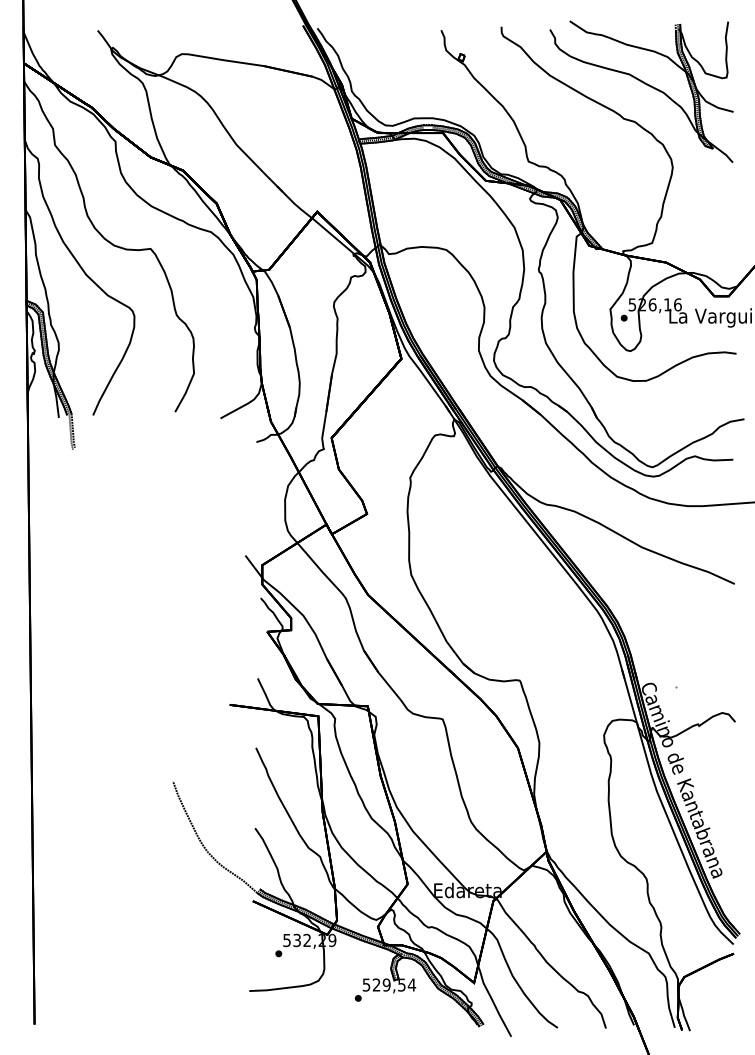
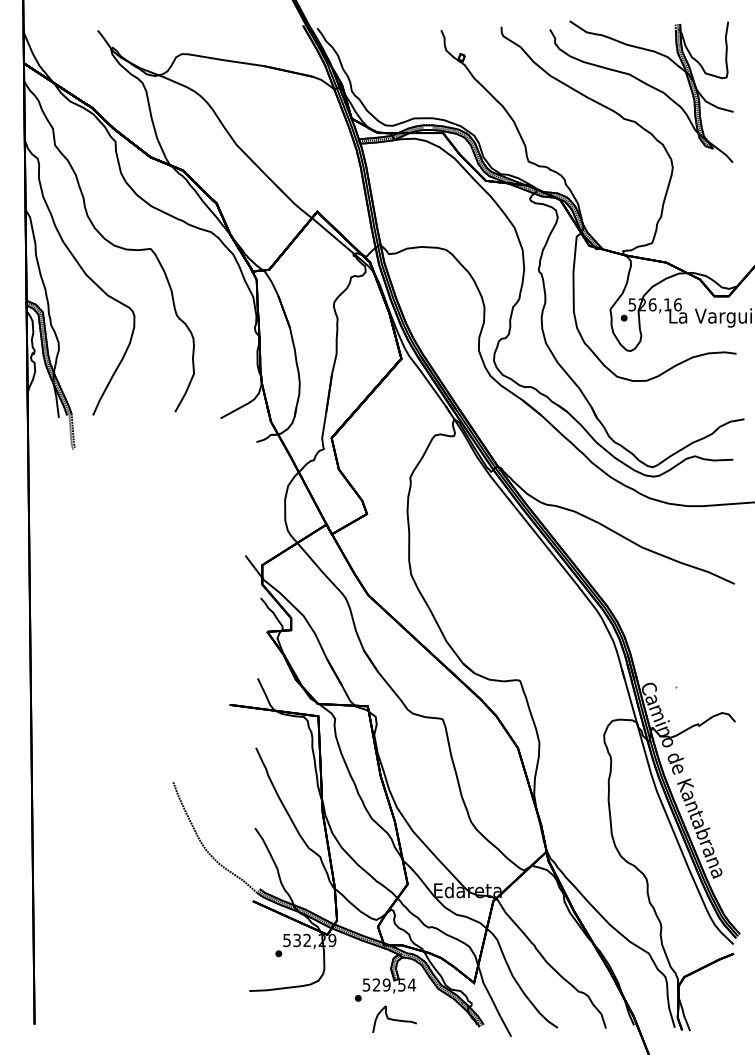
curve at (394, 1019): none -> present
